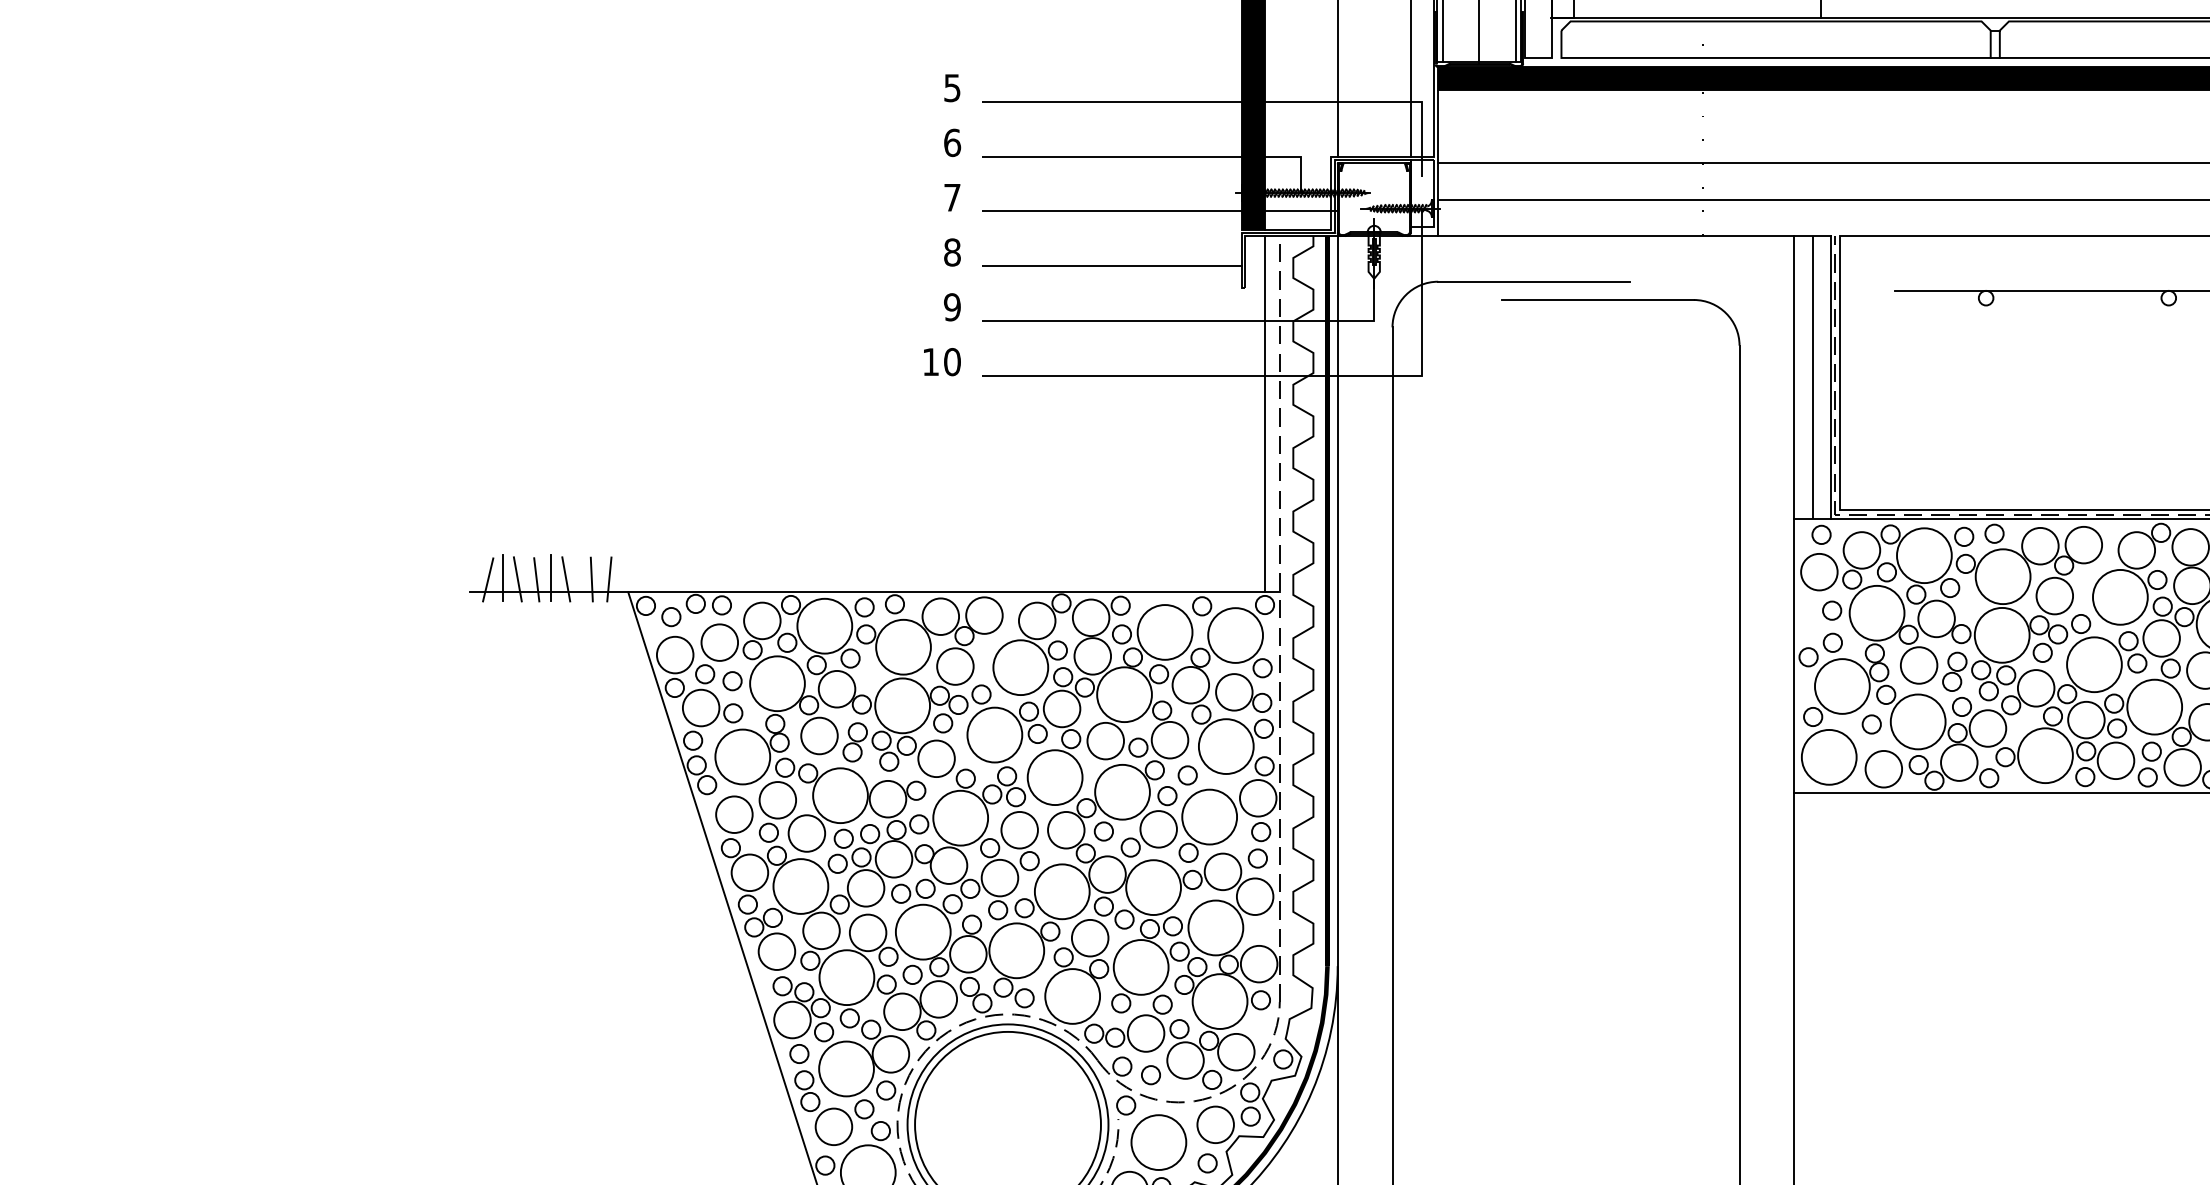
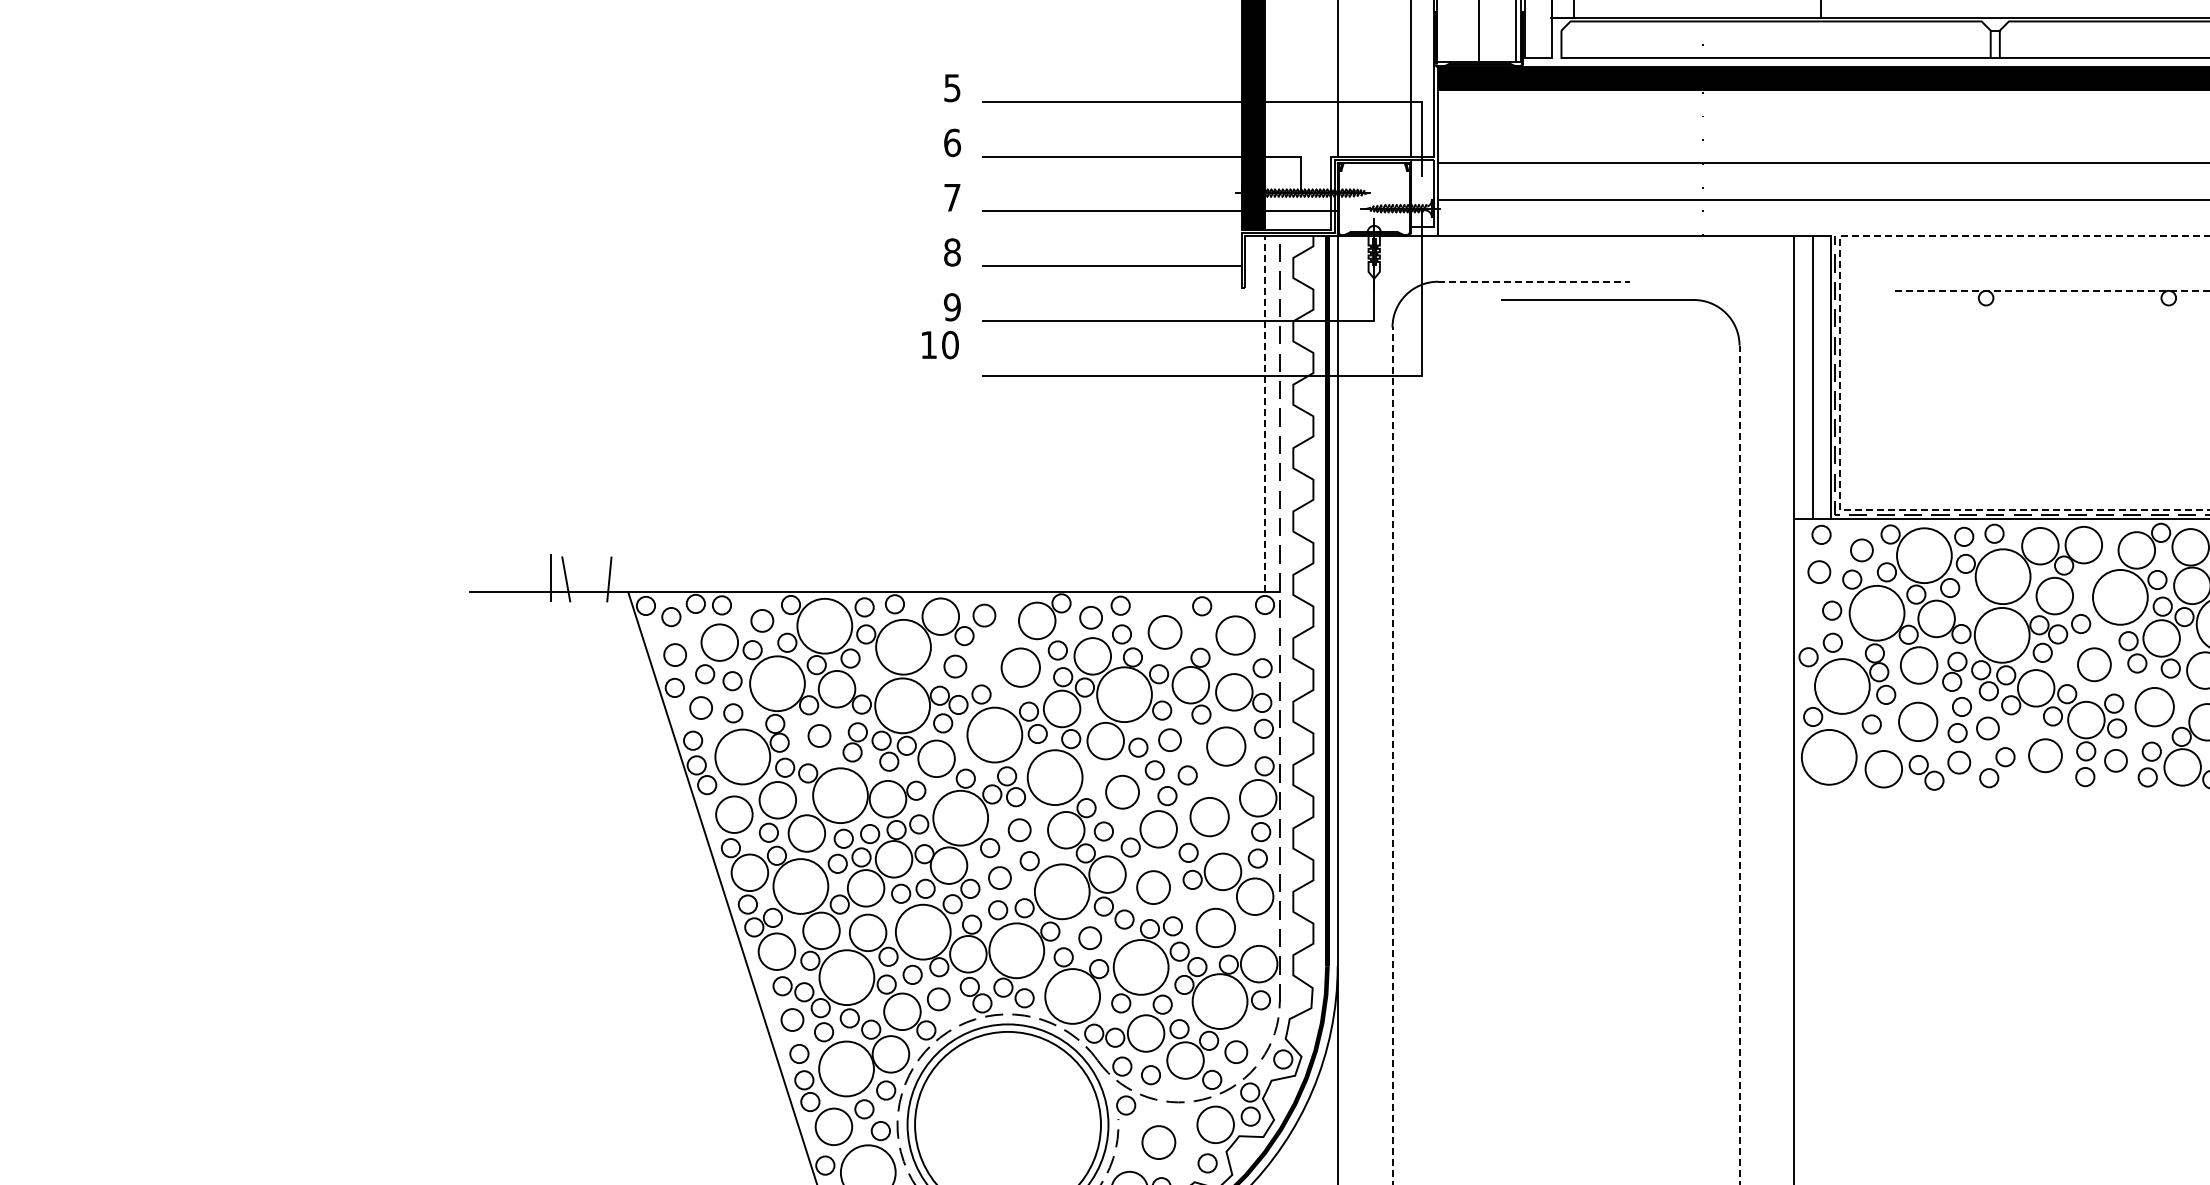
line at (1442, 31): present -> none
line at (1534, 281): solid -> dashed
line at (2052, 290): solid -> dashed
text at (942, 362) position: (942, 362) -> (940, 345)
line at (1840, 373): solid -> dashed
line at (1264, 413): solid -> dashed
circle at (1861, 550) diameter: 37 px -> 22 px
circle at (1819, 571) diameter: 37 px -> 22 px
line at (502, 578): present -> none
line at (488, 579): present -> none
line at (517, 579): present -> none
line at (536, 579): present -> none
line at (591, 579): present -> none
circle at (984, 615) diameter: 37 px -> 22 px
circle at (1090, 617) diameter: 37 px -> 22 px
circle at (762, 620) diameter: 37 px -> 22 px
circle at (1164, 632) diameter: 55 px -> 33 px
circle at (1235, 635) diameter: 55 px -> 38 px
circle at (674, 654) diameter: 37 px -> 22 px
circle at (2094, 664) diameter: 55 px -> 33 px
circle at (955, 666) diameter: 37 px -> 22 px
circle at (1020, 667) diameter: 55 px -> 38 px
circle at (2154, 706) diameter: 55 px -> 38 px
circle at (700, 707) diameter: 37 px -> 22 px
circle at (1917, 721) diameter: 55 px -> 38 px
circle at (1987, 728) diameter: 37 px -> 22 px
circle at (819, 735) diameter: 37 px -> 22 px
circle at (1169, 739) diameter: 37 px -> 22 px
circle at (1225, 746) diameter: 55 px -> 38 px
circle at (2045, 755) diameter: 55 px -> 33 px
line at (1392, 756): solid -> dashed
circle at (2115, 760) diameter: 37 px -> 22 px
circle at (1959, 762) diameter: 37 px -> 22 px
line at (1739, 764): solid -> dashed
circle at (1122, 791) diameter: 55 px -> 33 px
line at (2000, 793): present -> none
circle at (1209, 816) diameter: 55 px -> 38 px
circle at (1019, 829) diameter: 37 px -> 22 px
circle at (999, 877) diameter: 37 px -> 22 px
circle at (1153, 887) diameter: 55 px -> 33 px
circle at (1215, 927) diameter: 55 px -> 38 px
circle at (1089, 937) diameter: 37 px -> 22 px
circle at (938, 999) diameter: 37 px -> 22 px
circle at (792, 1019) diameter: 37 px -> 22 px
circle at (1236, 1051) diameter: 37 px -> 22 px
circle at (1158, 1142) diameter: 55 px -> 33 px
